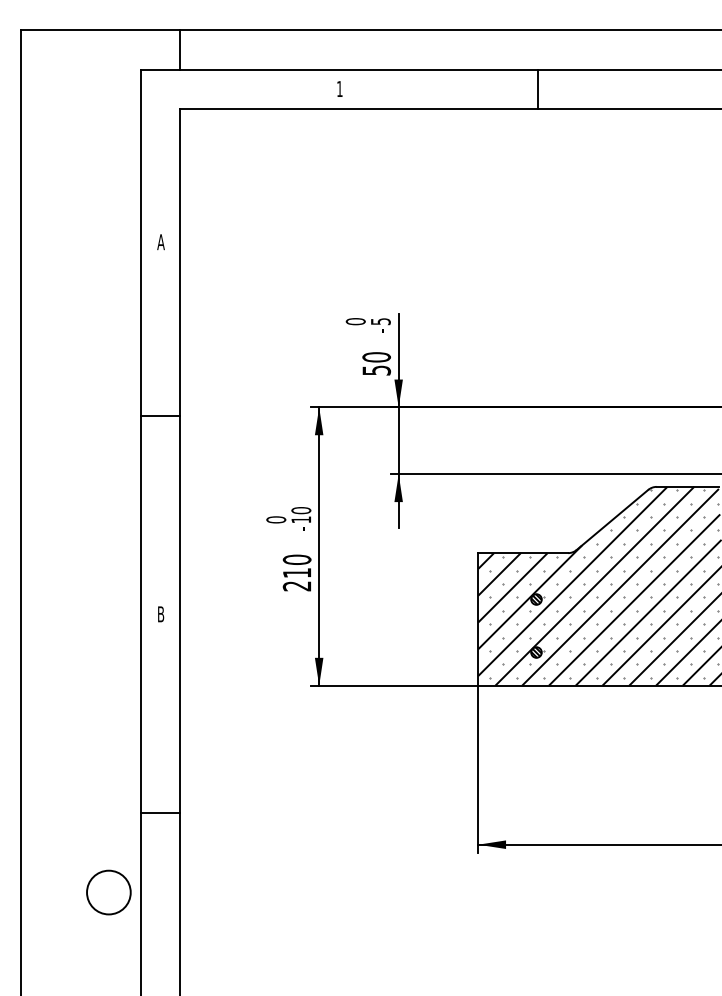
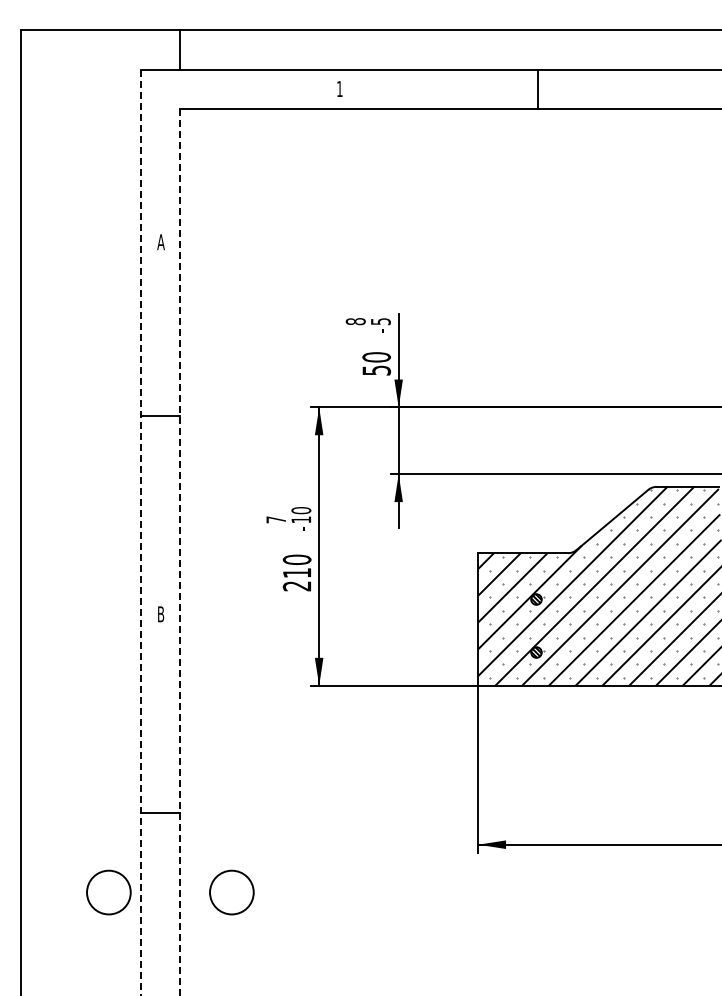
text at (355, 321): 0 -> 8
text at (276, 519): 0 -> 7
line at (140, 532): solid -> dashed
line at (180, 552): solid -> dashed
circle at (231, 892): none -> present
